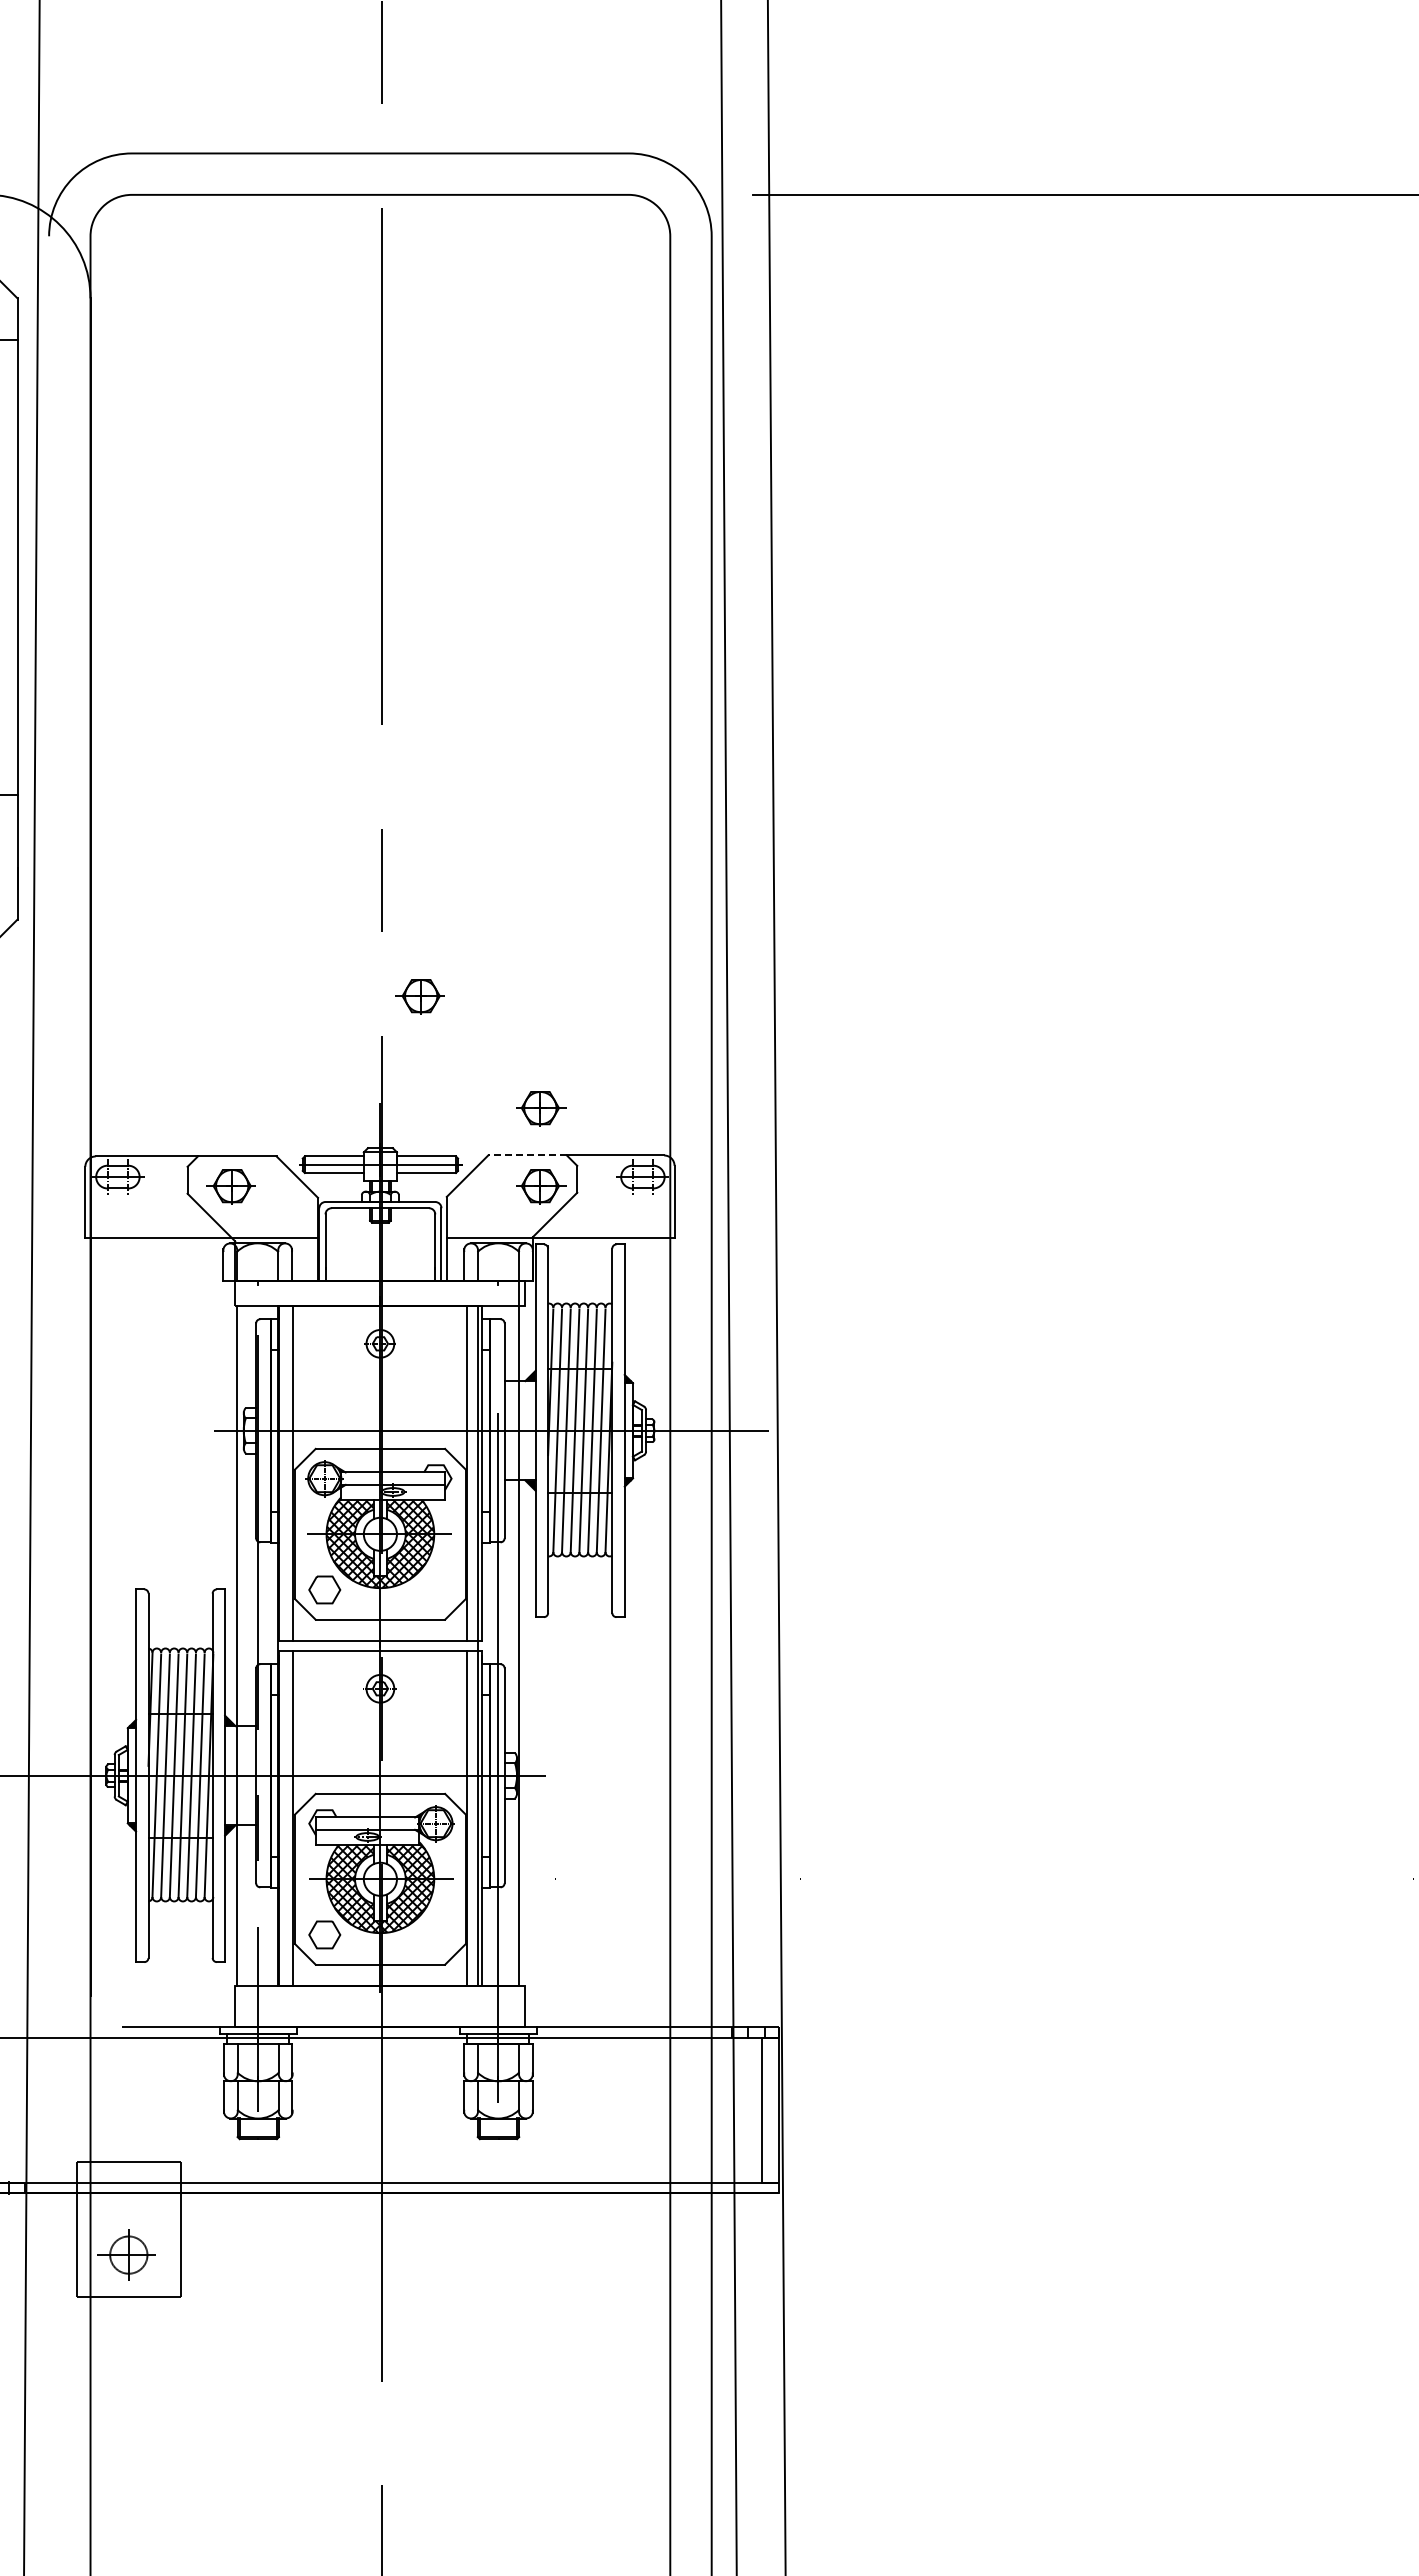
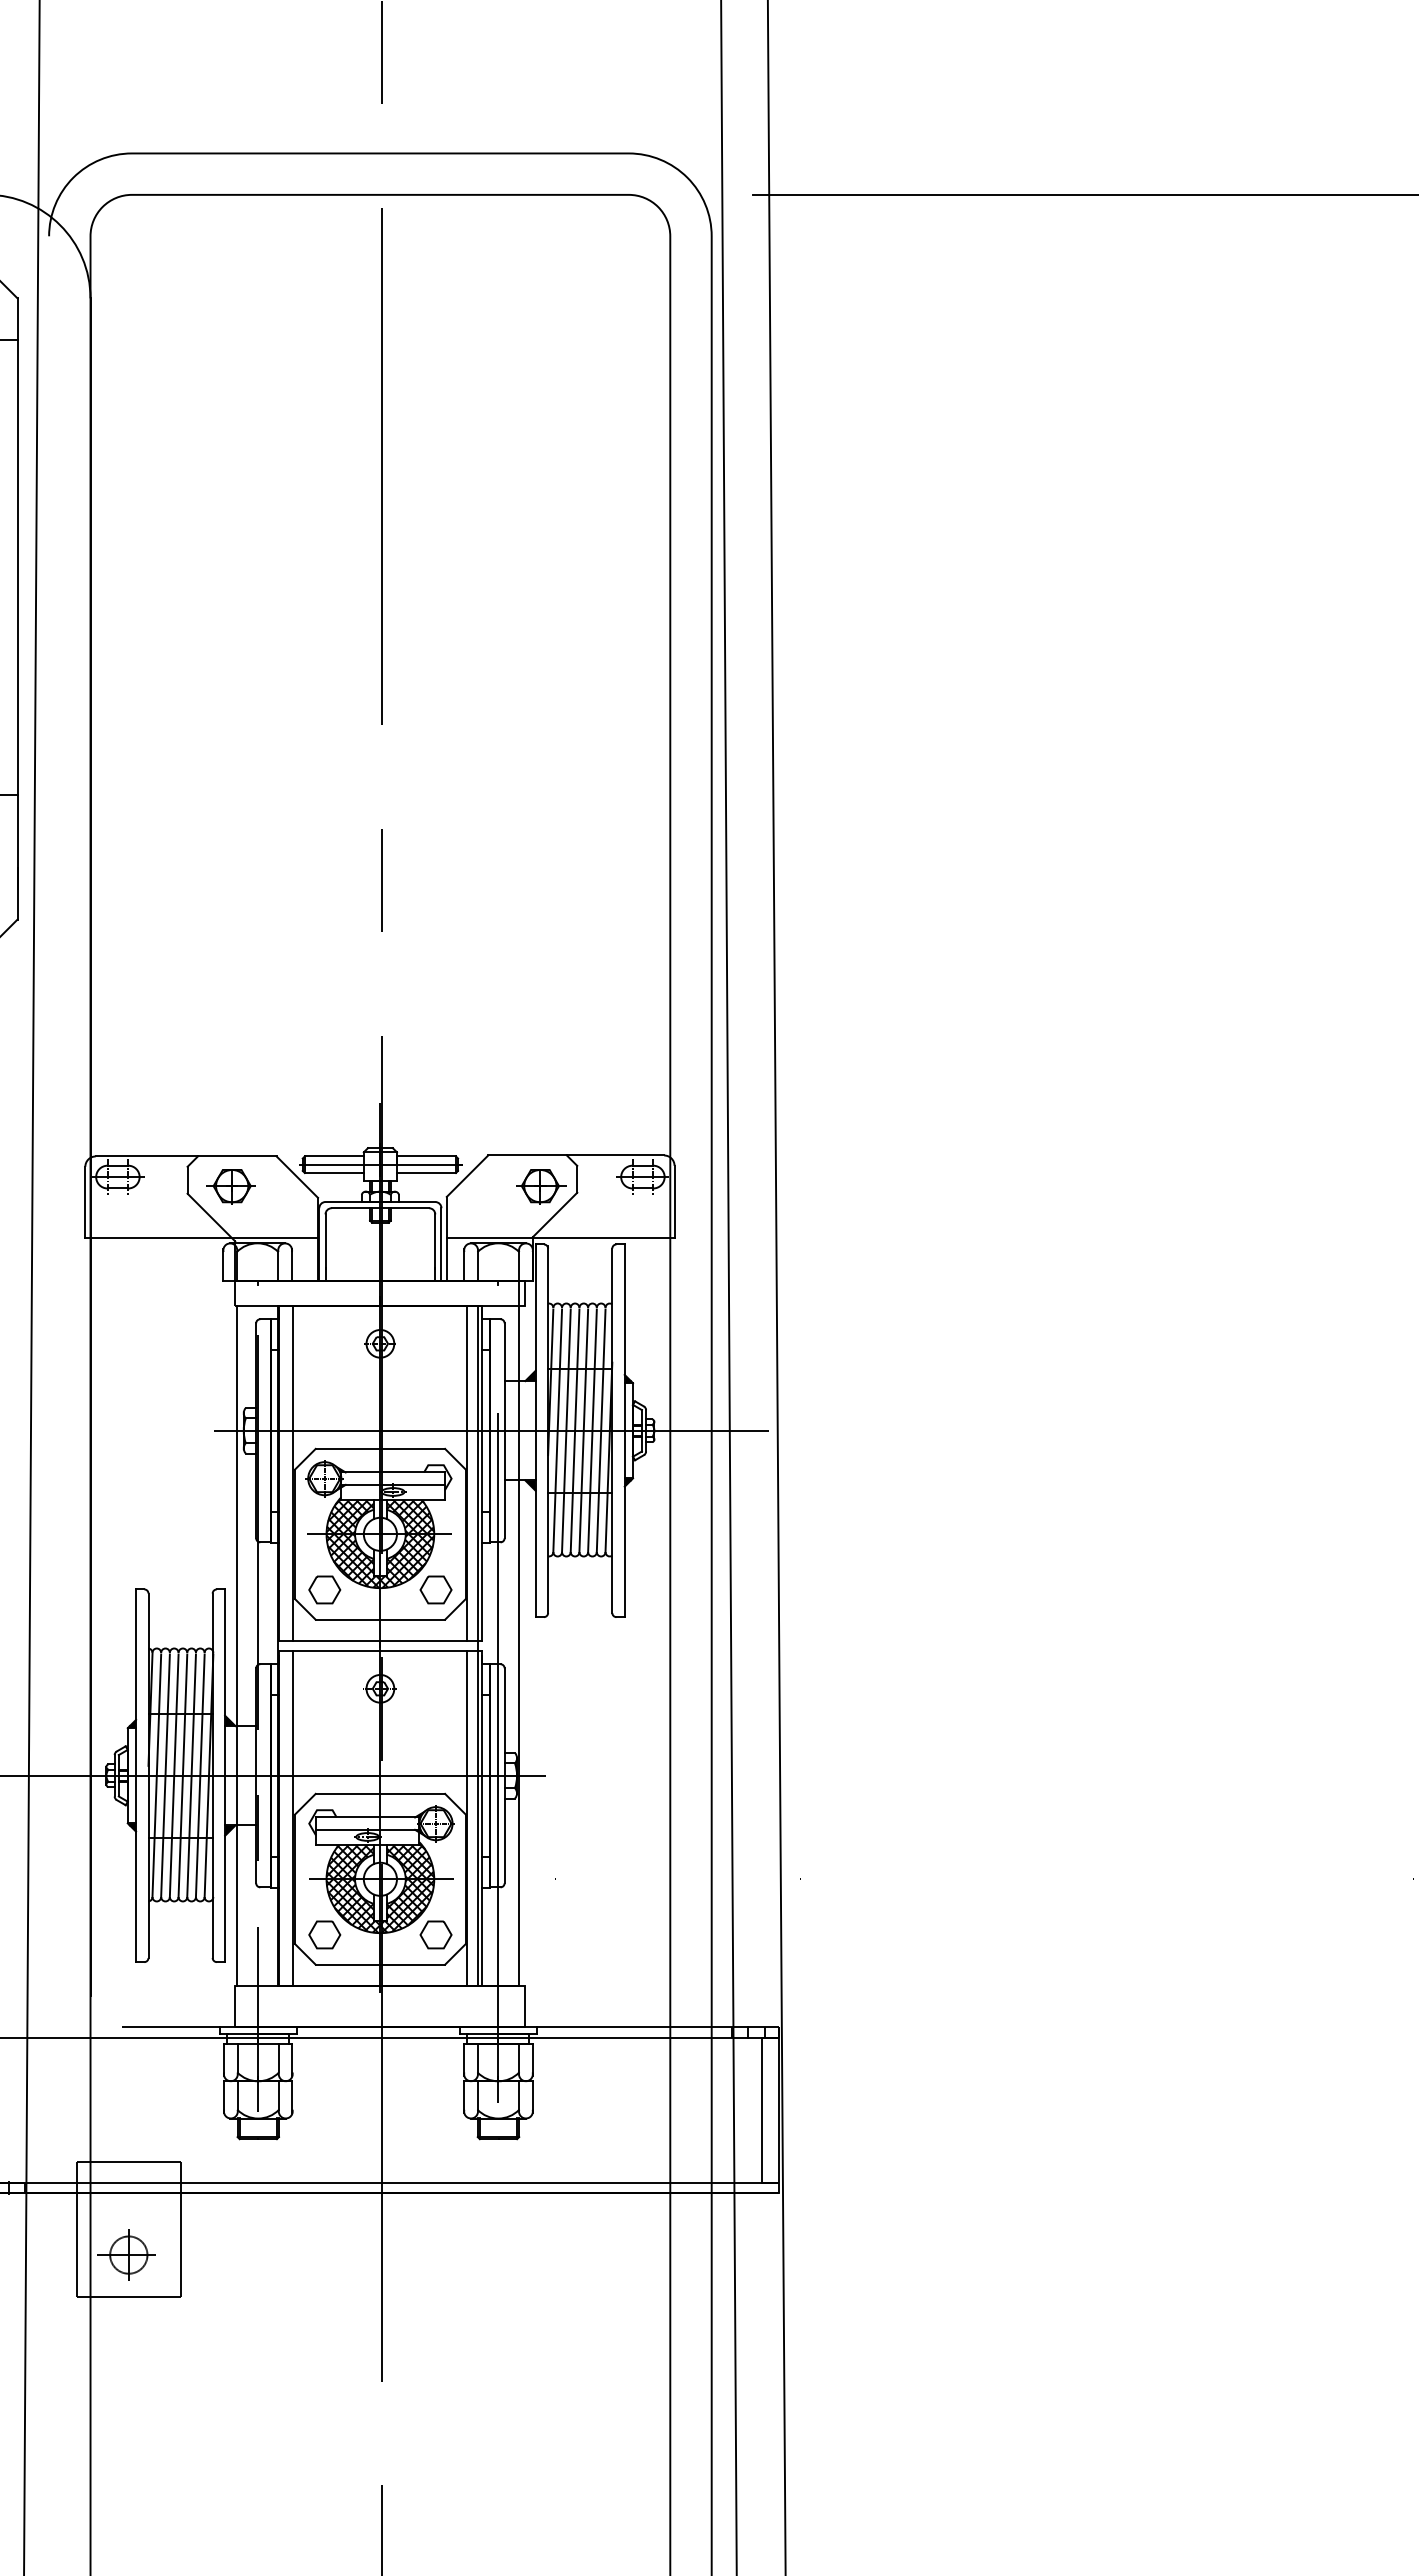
part at (419, 996): present -> none
part at (541, 1108): present -> none
line at (527, 1155): dashed -> solid
part at (435, 1589): none -> present
part at (435, 1934): none -> present
